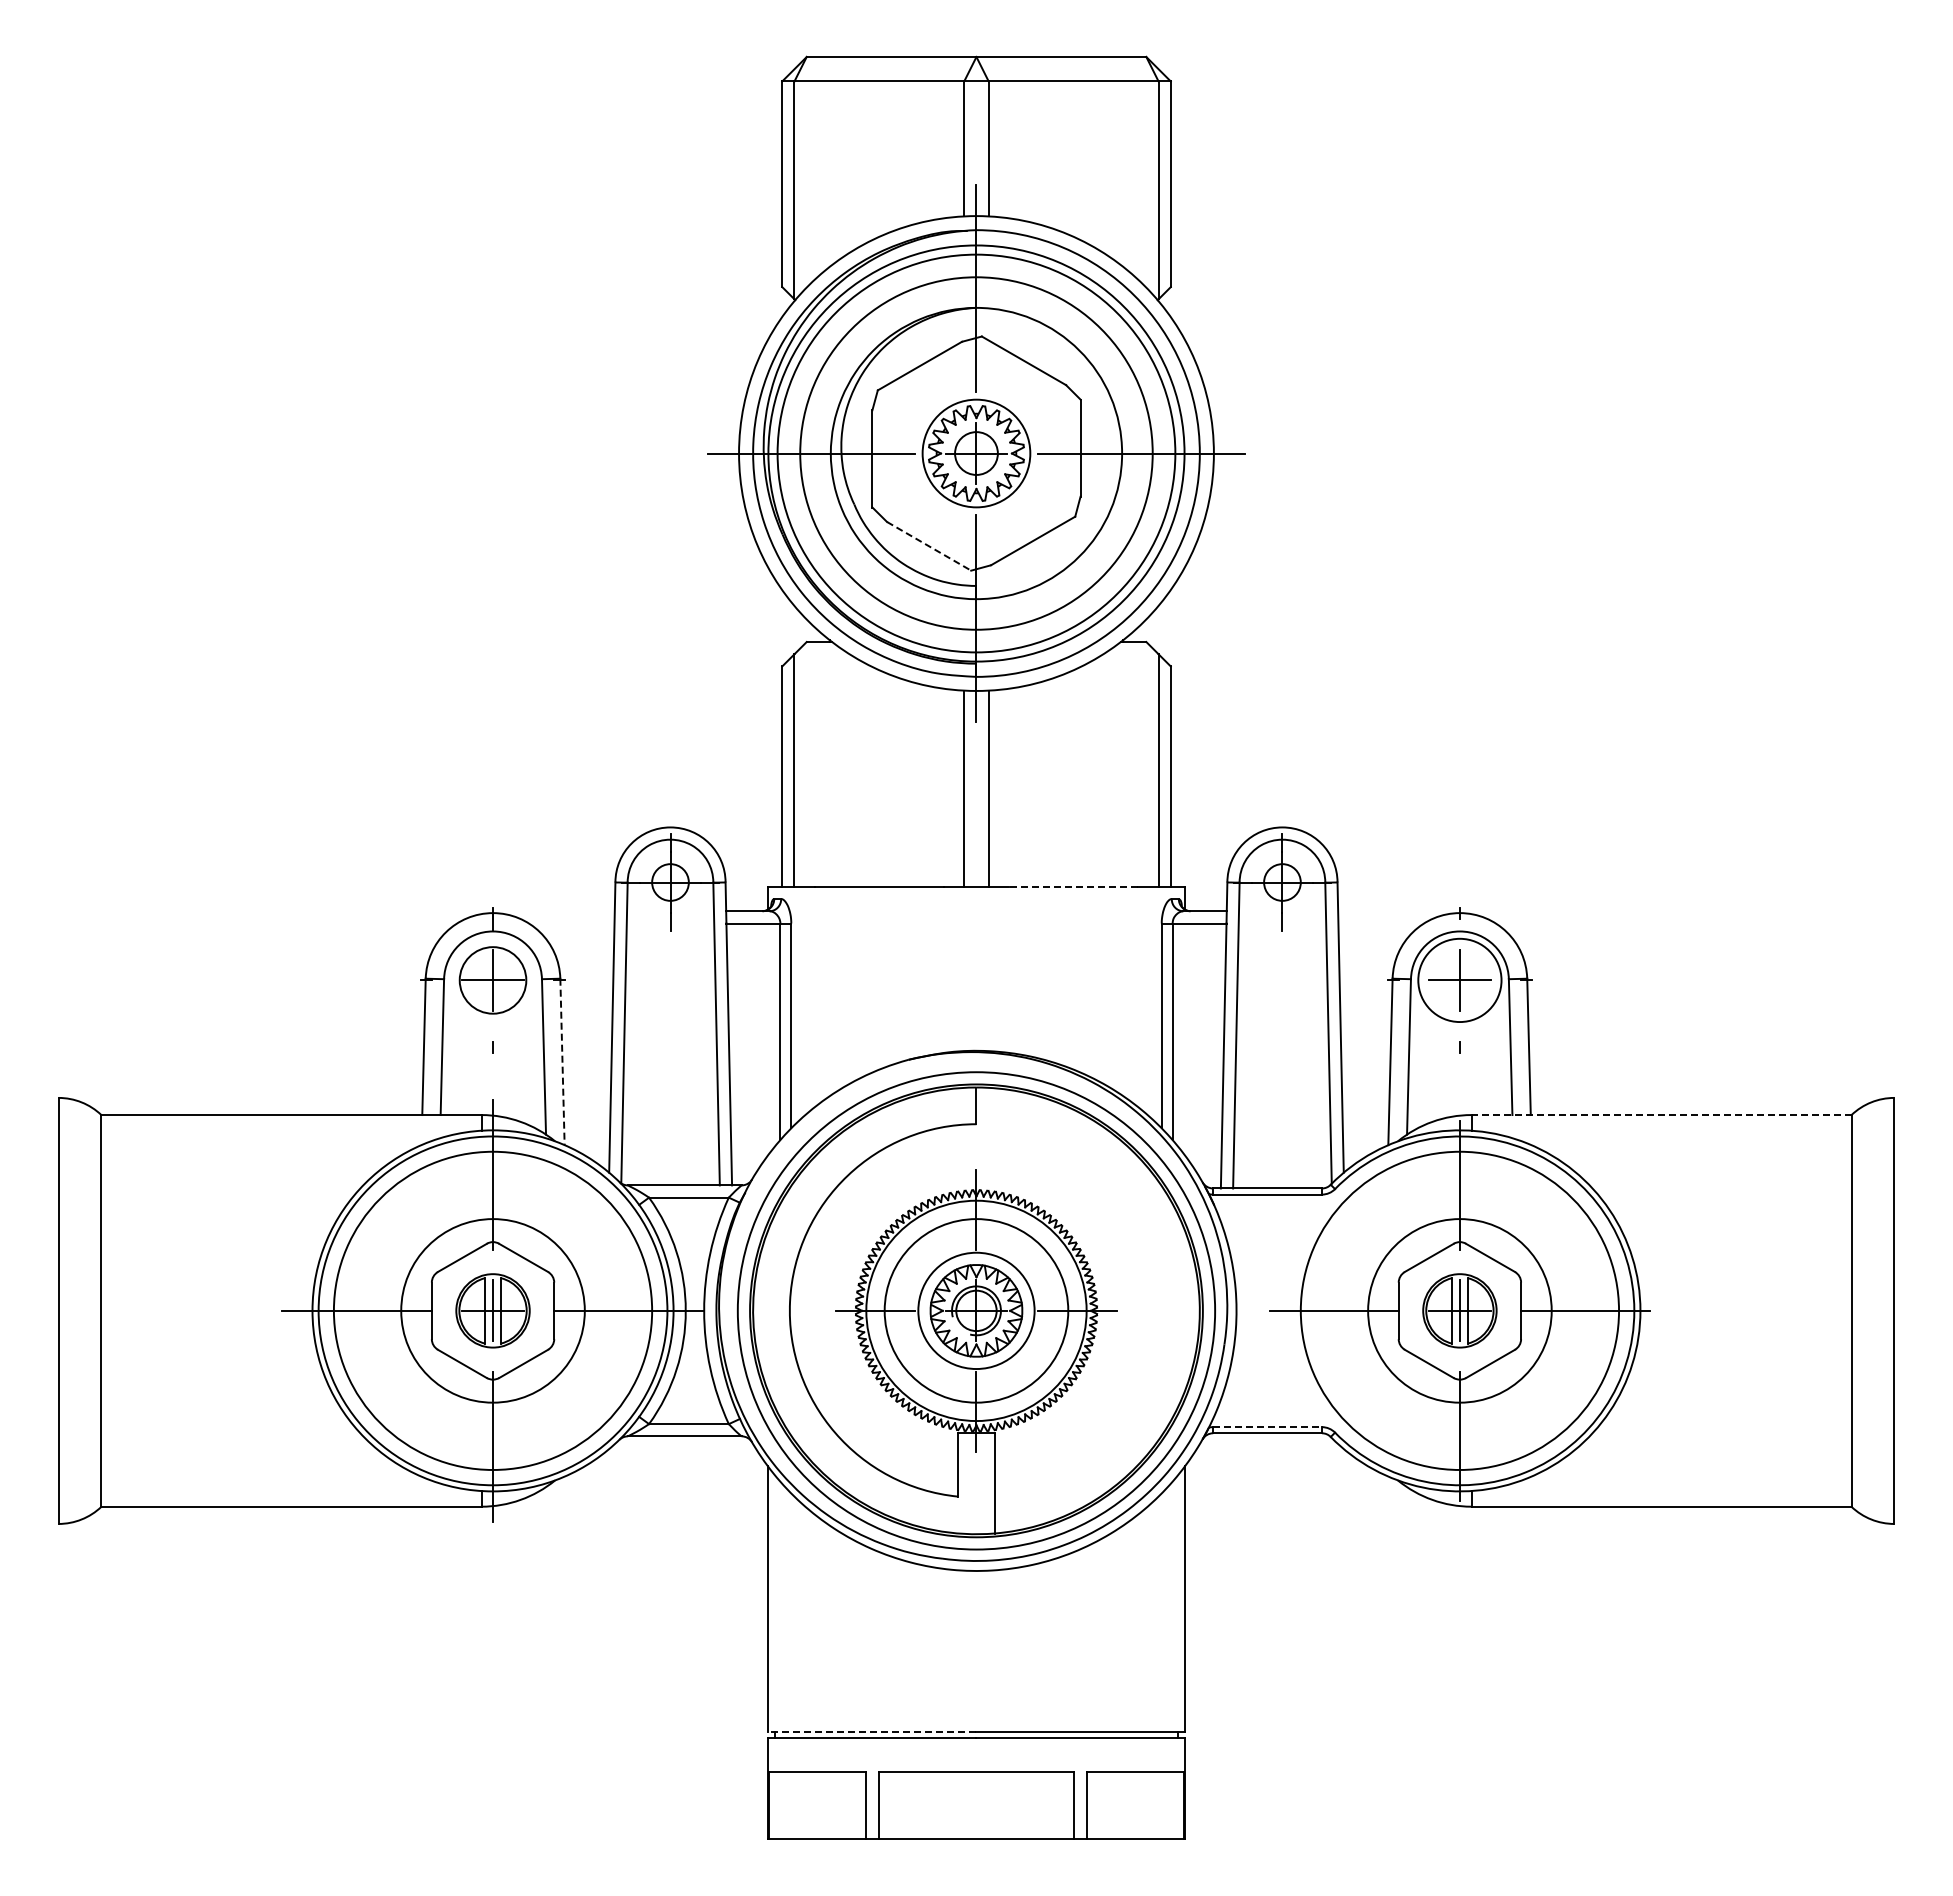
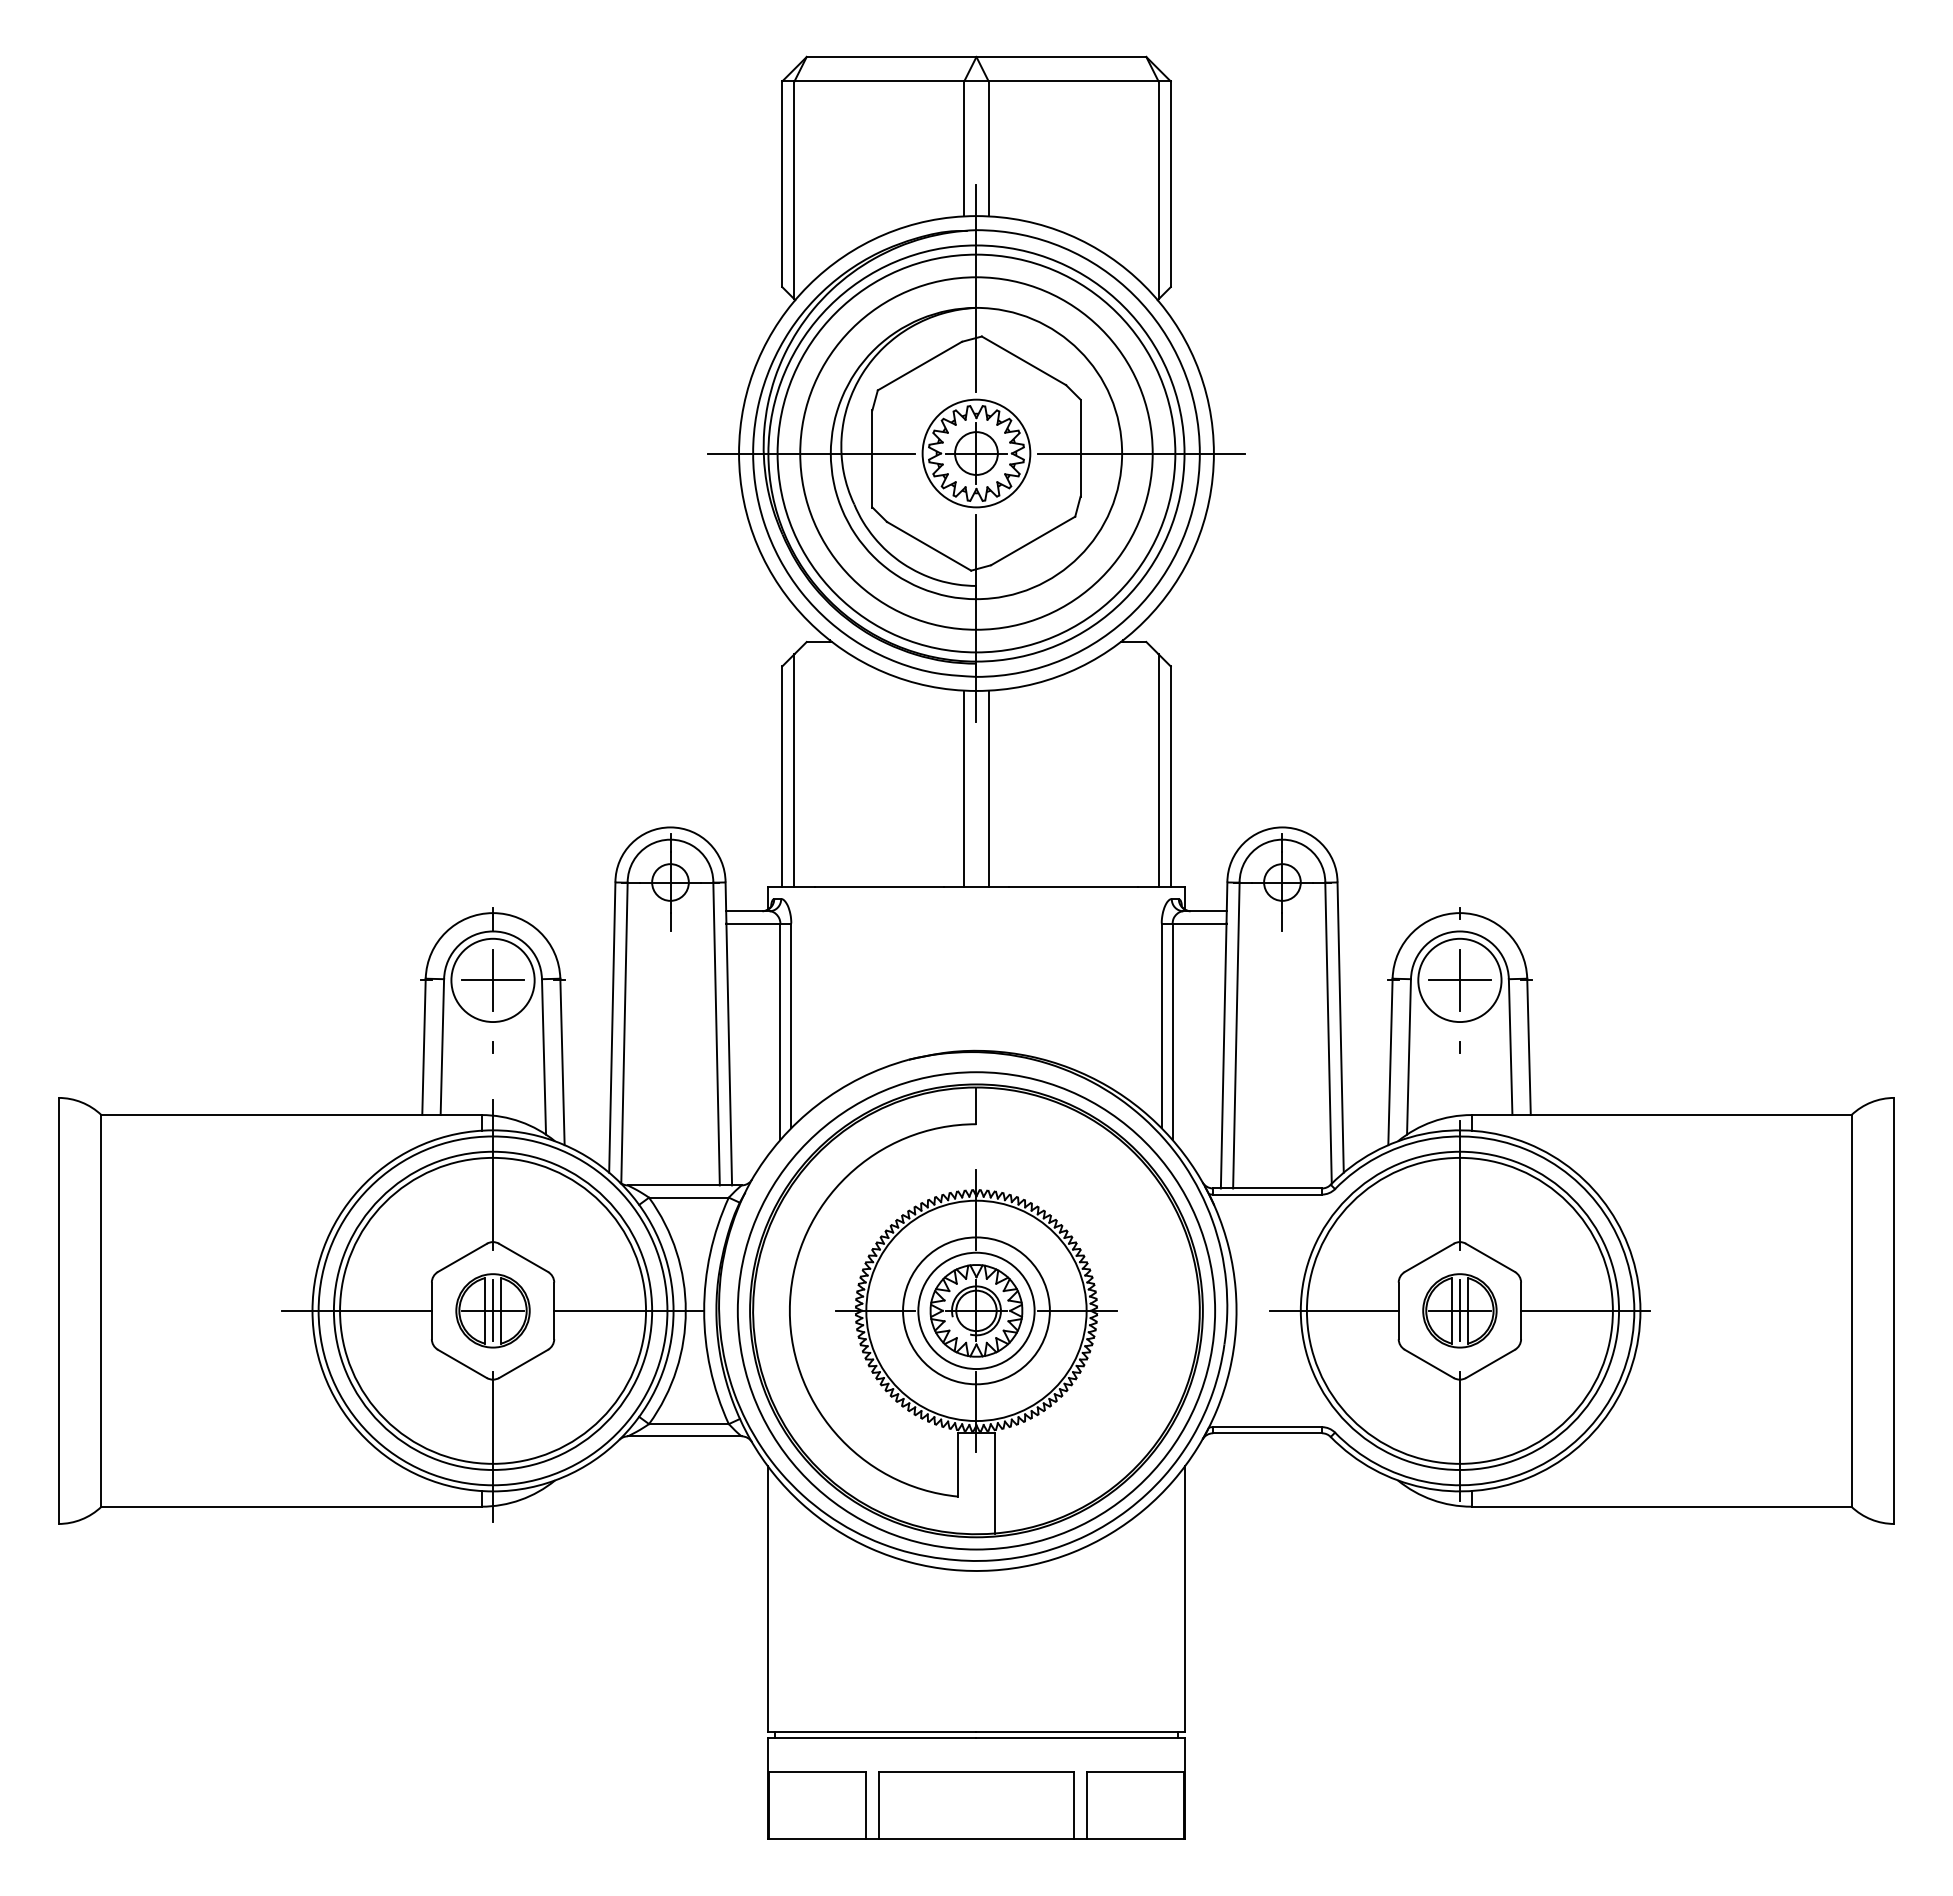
line at (929, 546): dashed -> solid
line at (1073, 886): dashed -> solid
circle at (492, 980) diameter: 67 px -> 83 px
line at (562, 1062): dashed -> solid
line at (1661, 1115): dashed -> solid
circle at (492, 1310) diameter: 184 px -> 306 px
circle at (976, 1310) diameter: 184 px -> 147 px
circle at (1459, 1310) diameter: 184 px -> 306 px
line at (1268, 1427): dashed -> solid
line at (871, 1731): dashed -> solid
